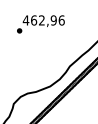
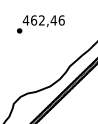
text at (53, 20): 462,96 -> 462,46
